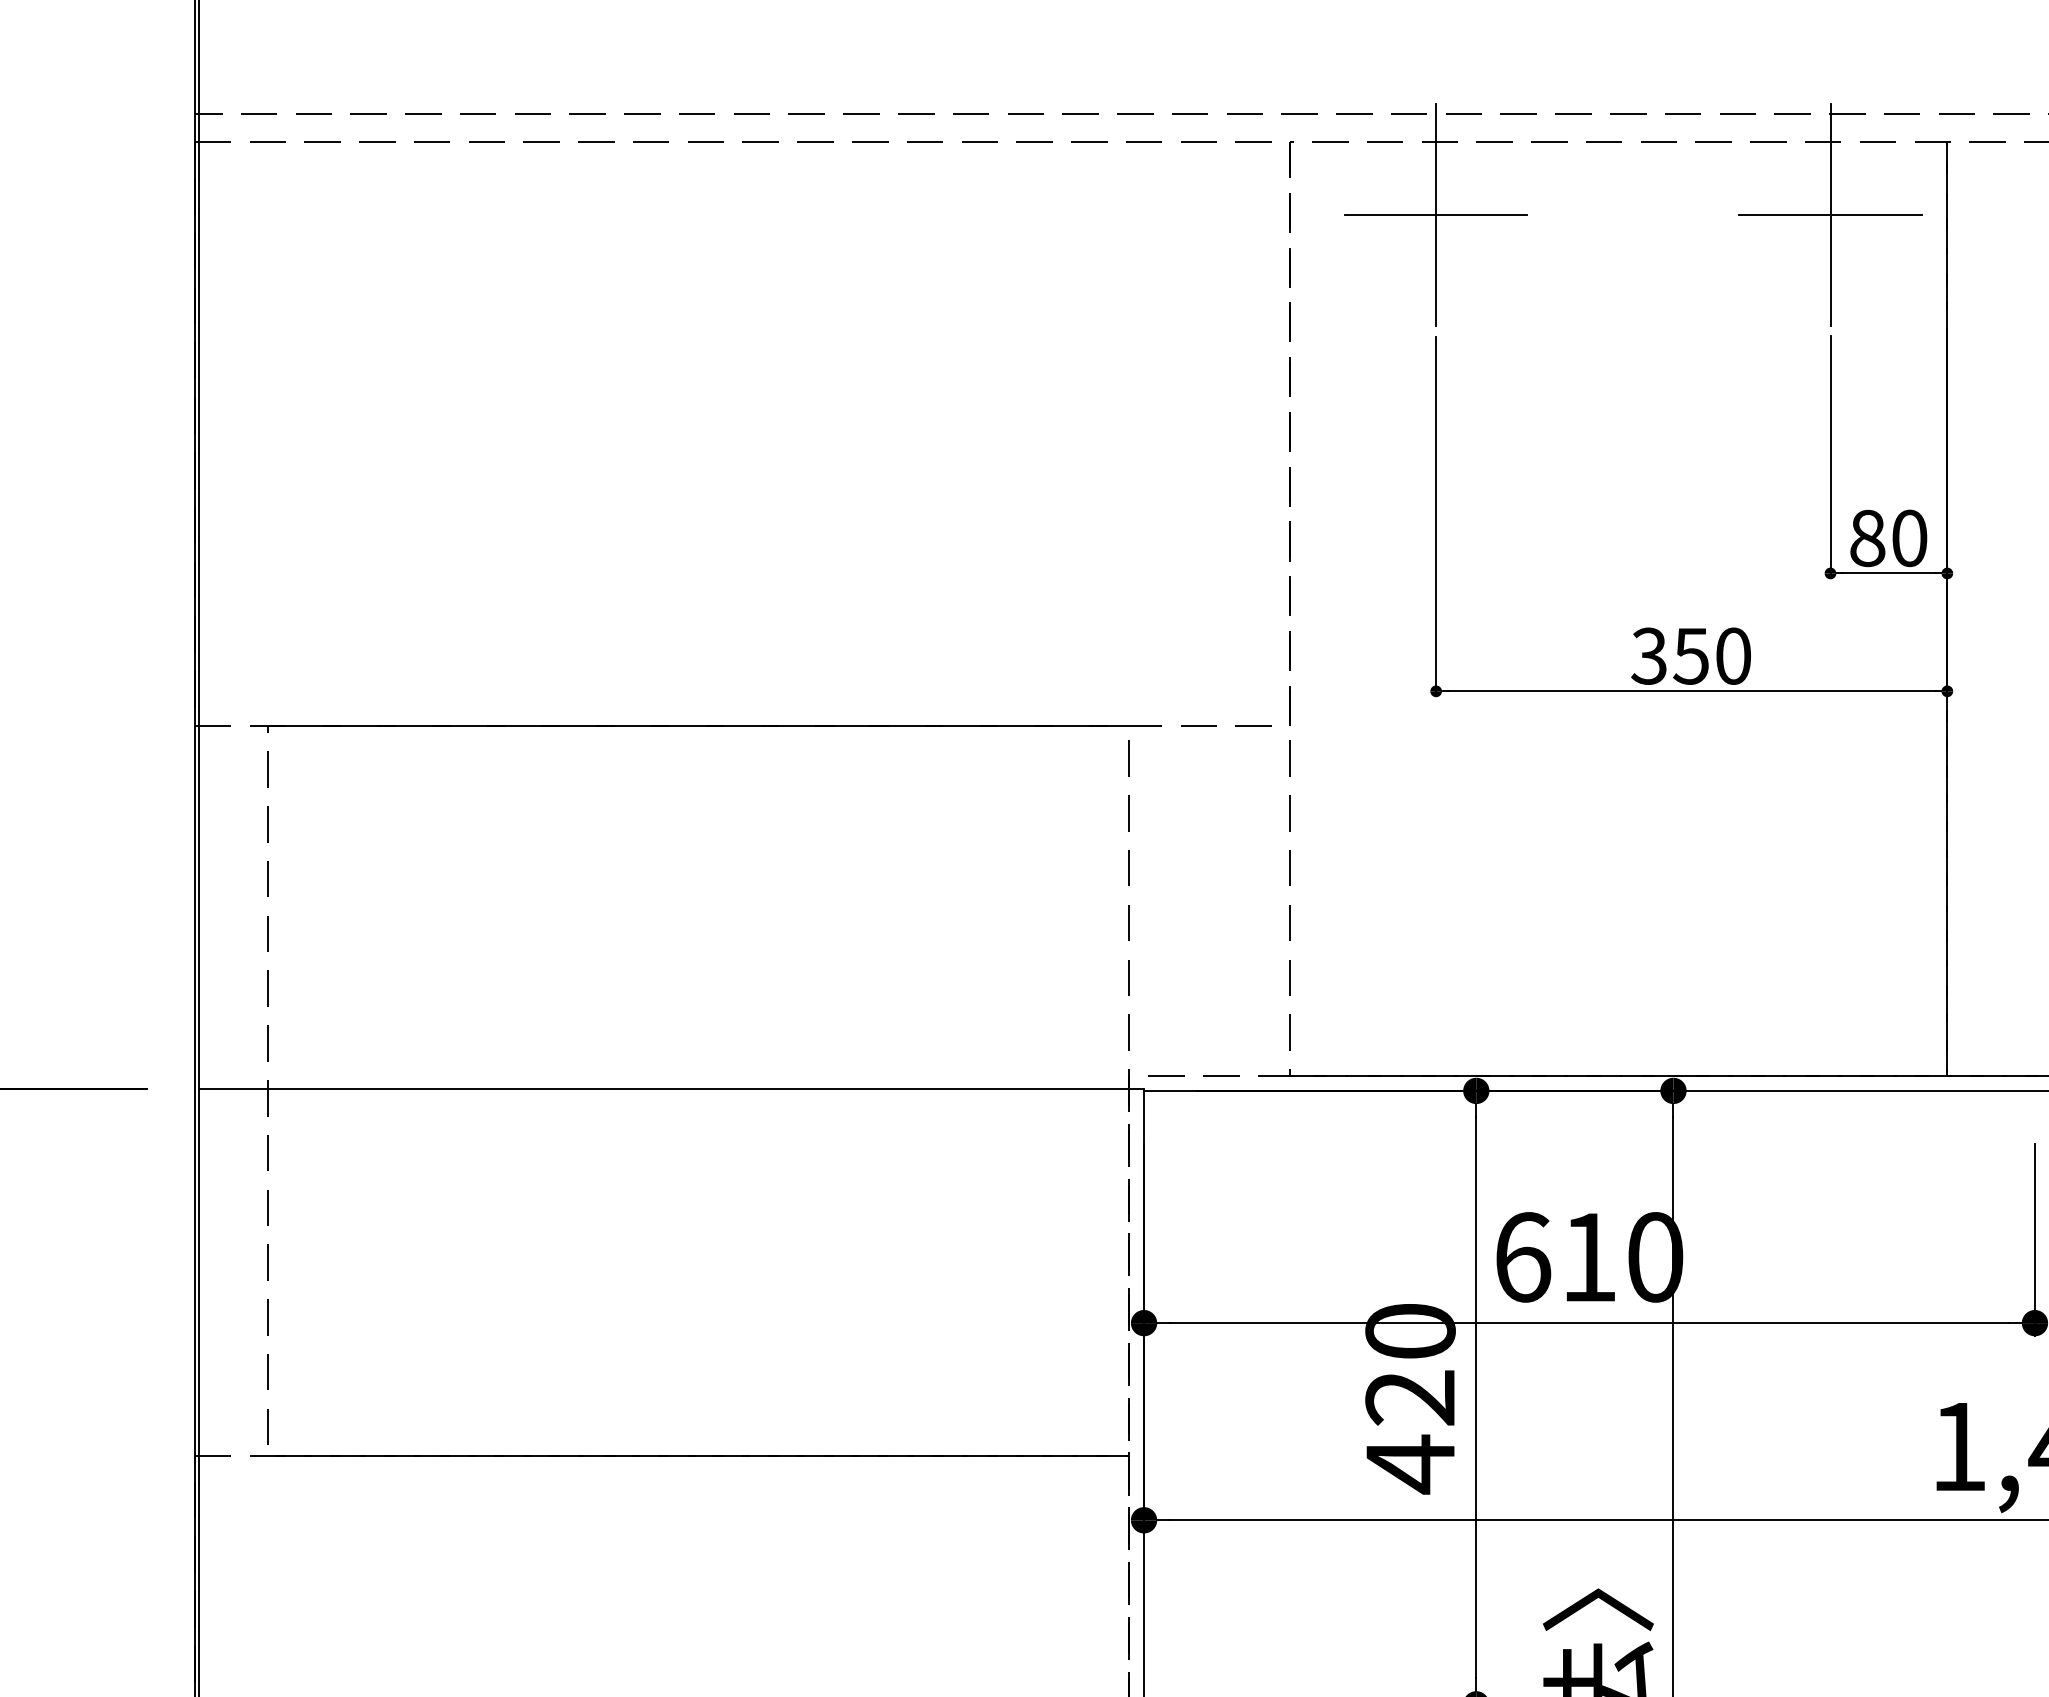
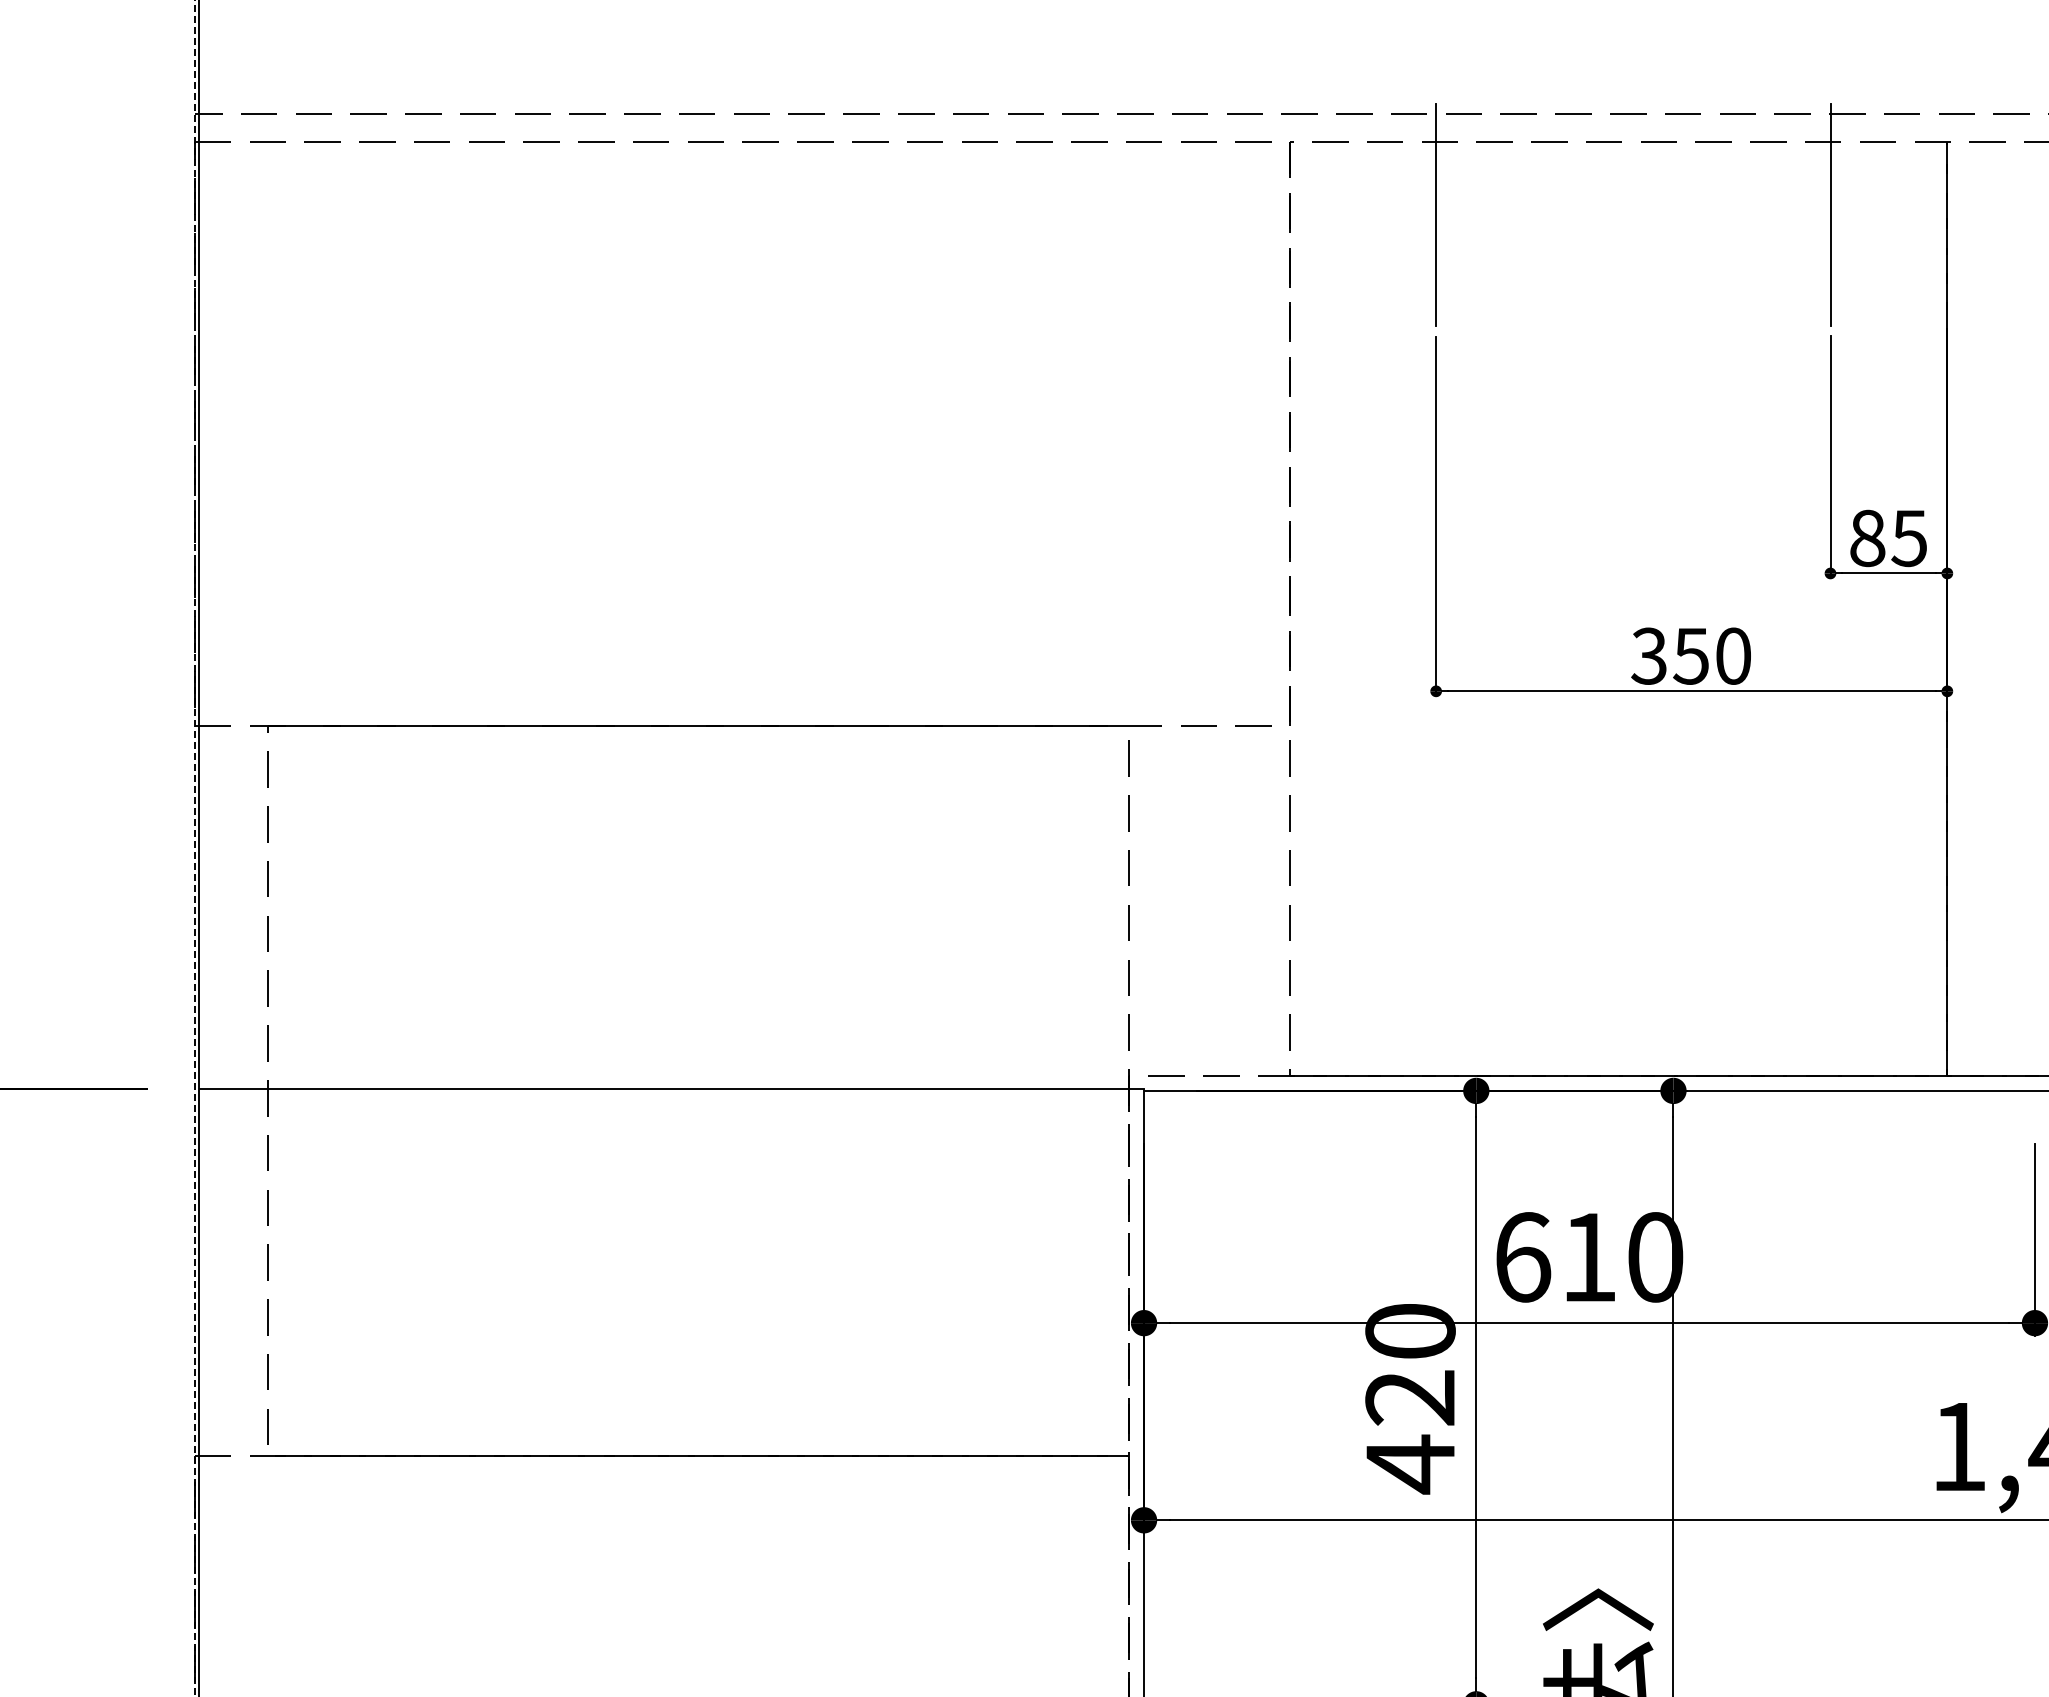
line at (1436, 214): present -> none
line at (1830, 214): present -> none
text at (1909, 537): 80 -> 85
line at (194, 848): solid -> dashed
